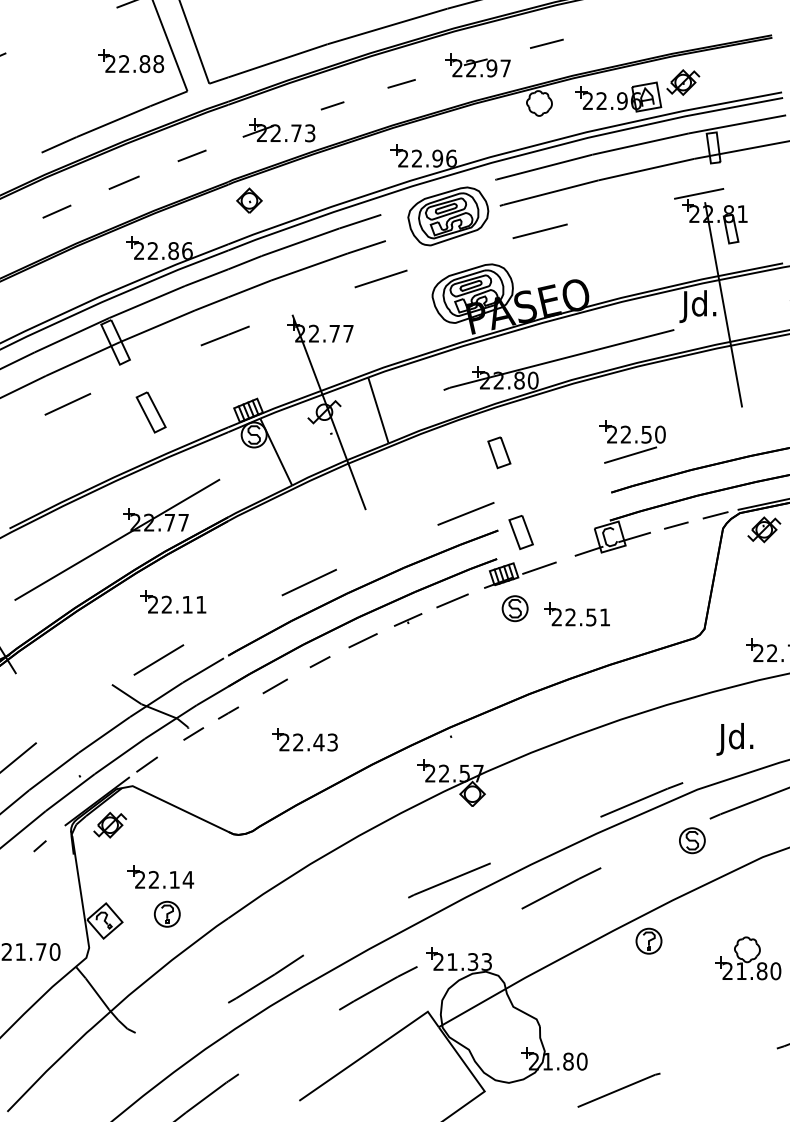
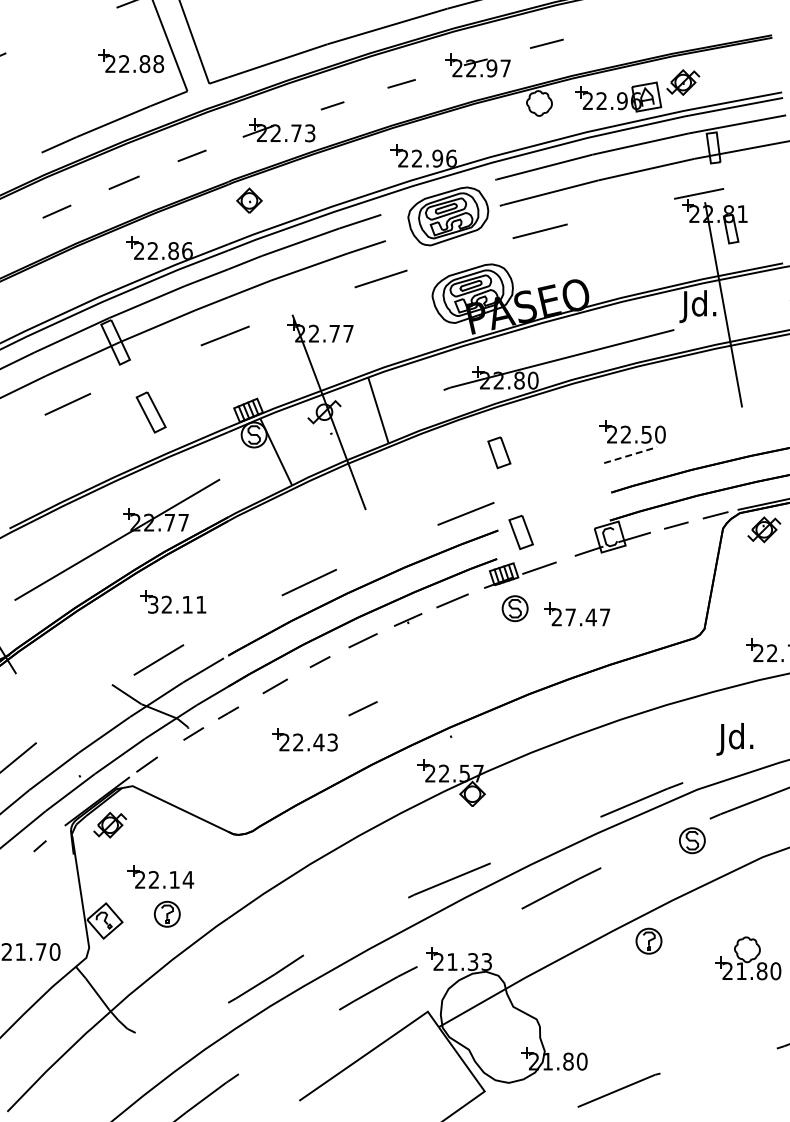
line at (630, 455): solid -> dashed
text at (153, 604): 22.11 -> 32.11
text at (587, 617): 22.51 -> 27.47
line at (362, 708): none -> present
